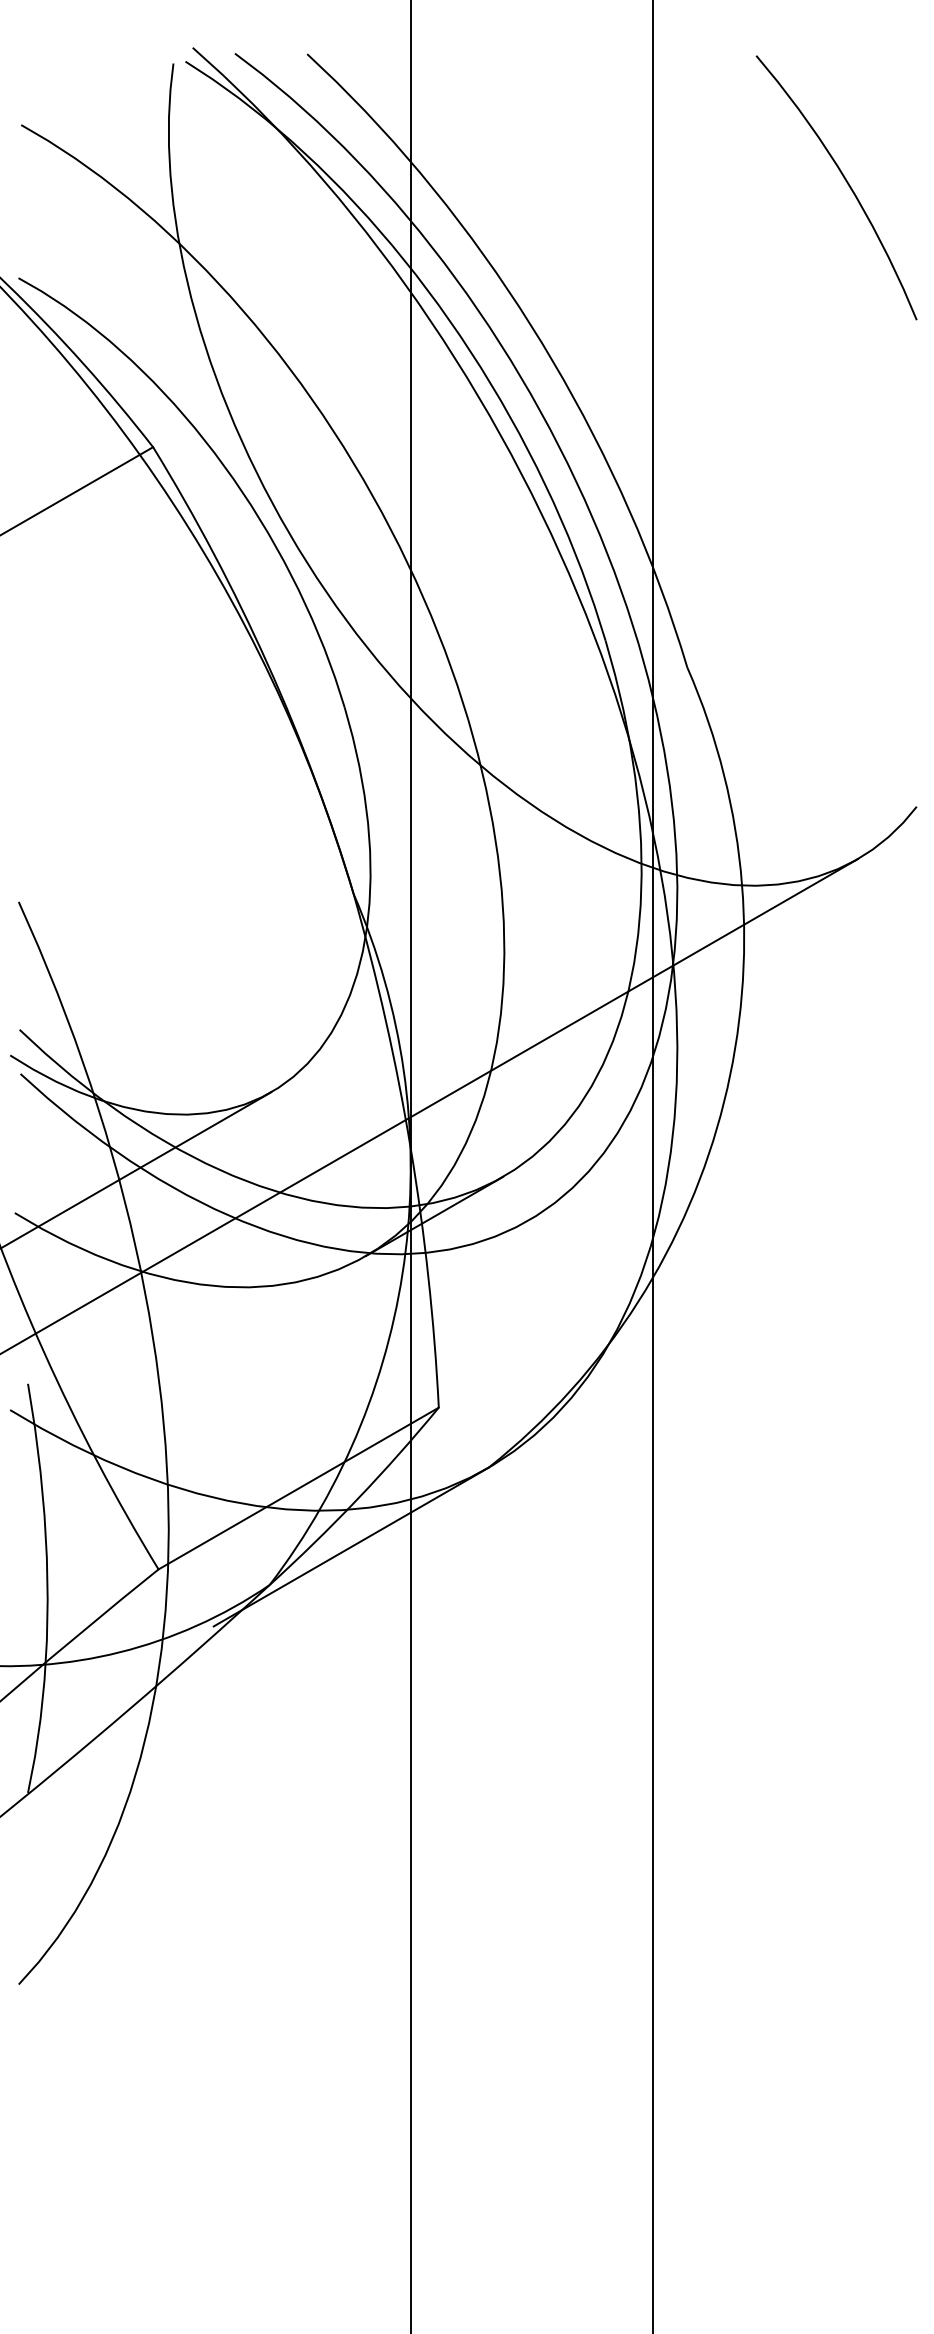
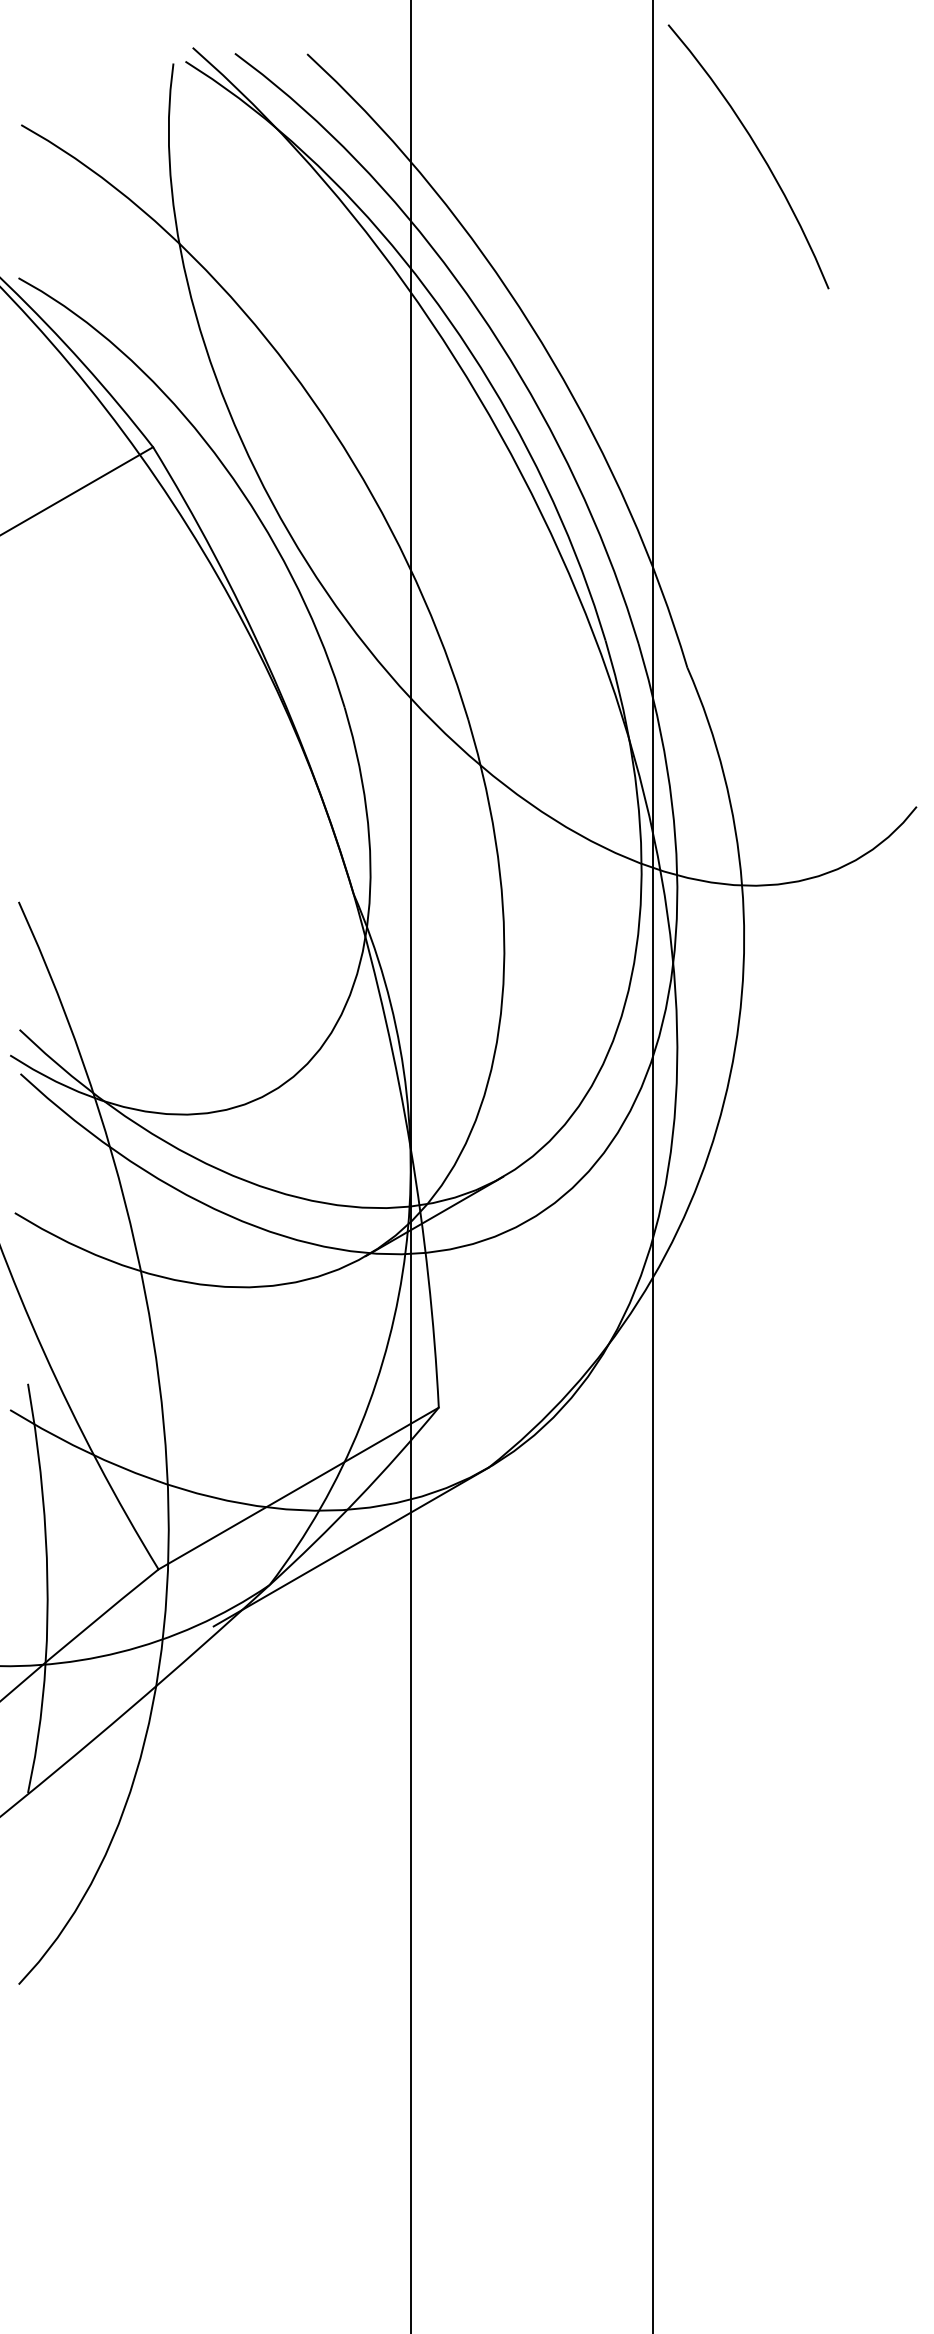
curve at (845, 181) position: (845, 181) -> (757, 150)
line at (429, 1106): present -> none
line at (136, 1169): present -> none
